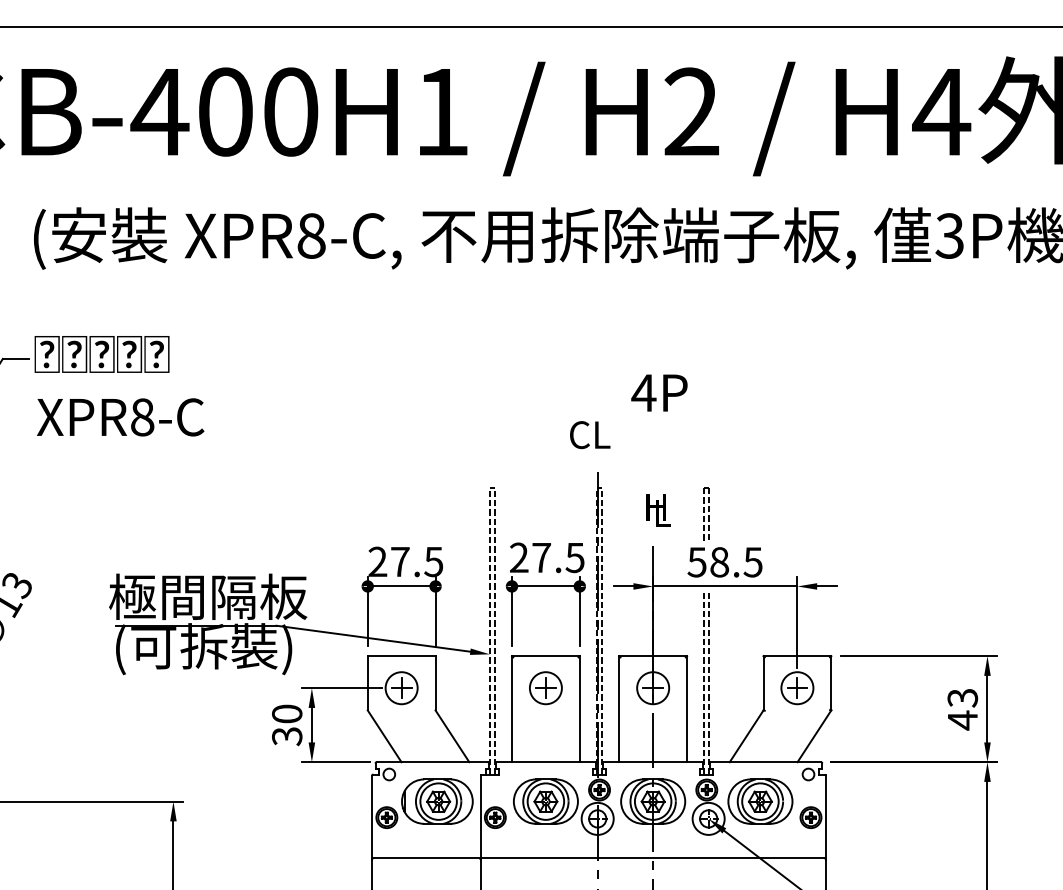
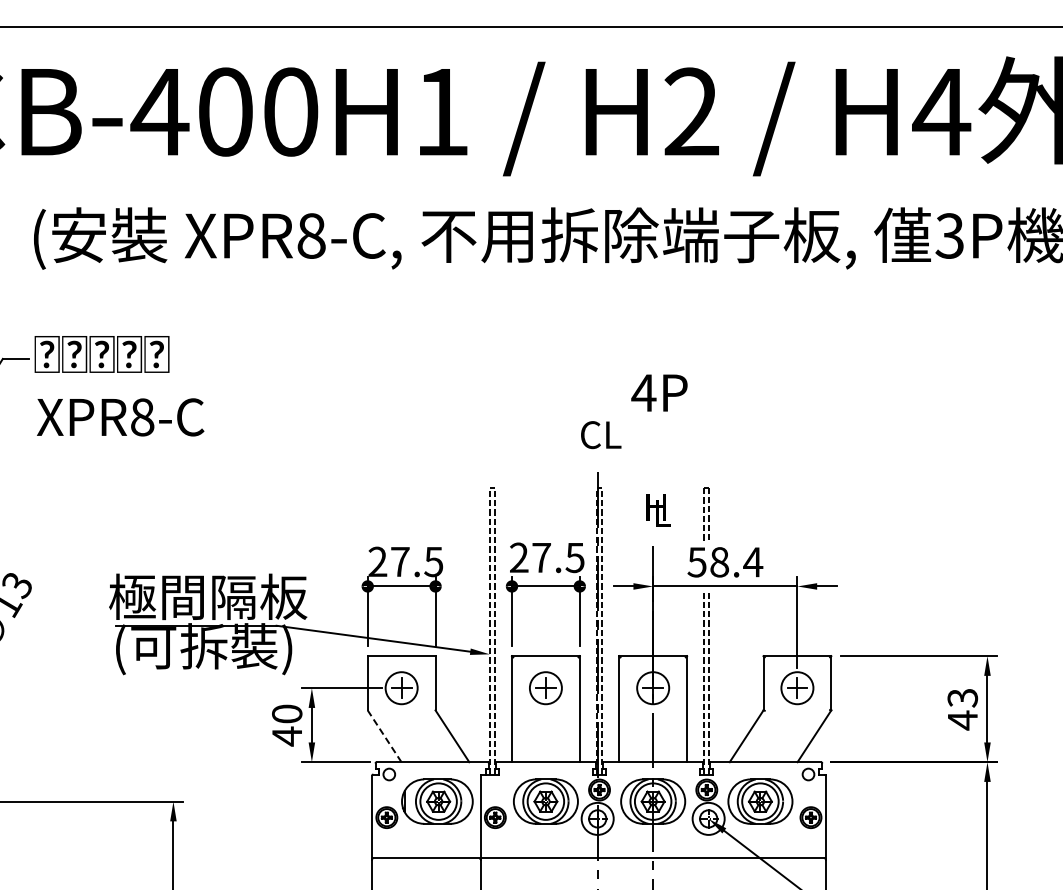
text at (590, 435) position: (590, 435) -> (601, 435)
text at (753, 562): 58.5 -> 58.4
text at (287, 736): 30 -> 40
line at (384, 736): solid -> dashed
